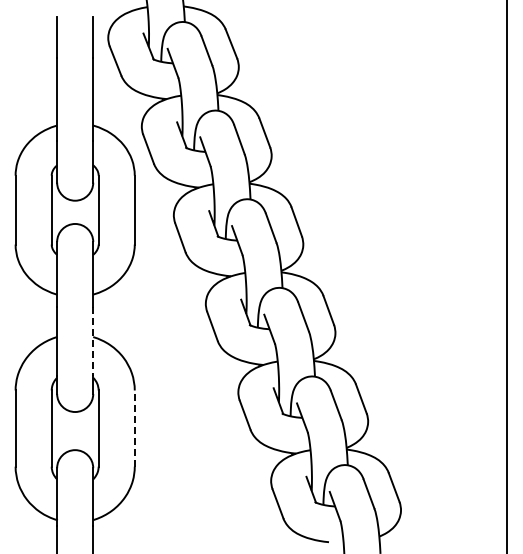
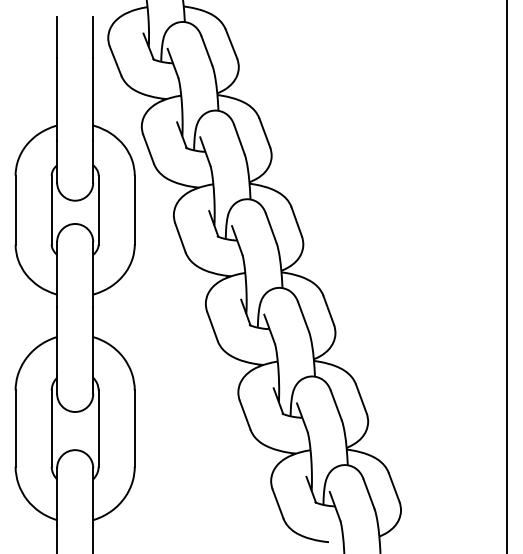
line at (93, 341): dashed -> solid
line at (134, 428): dashed -> solid
